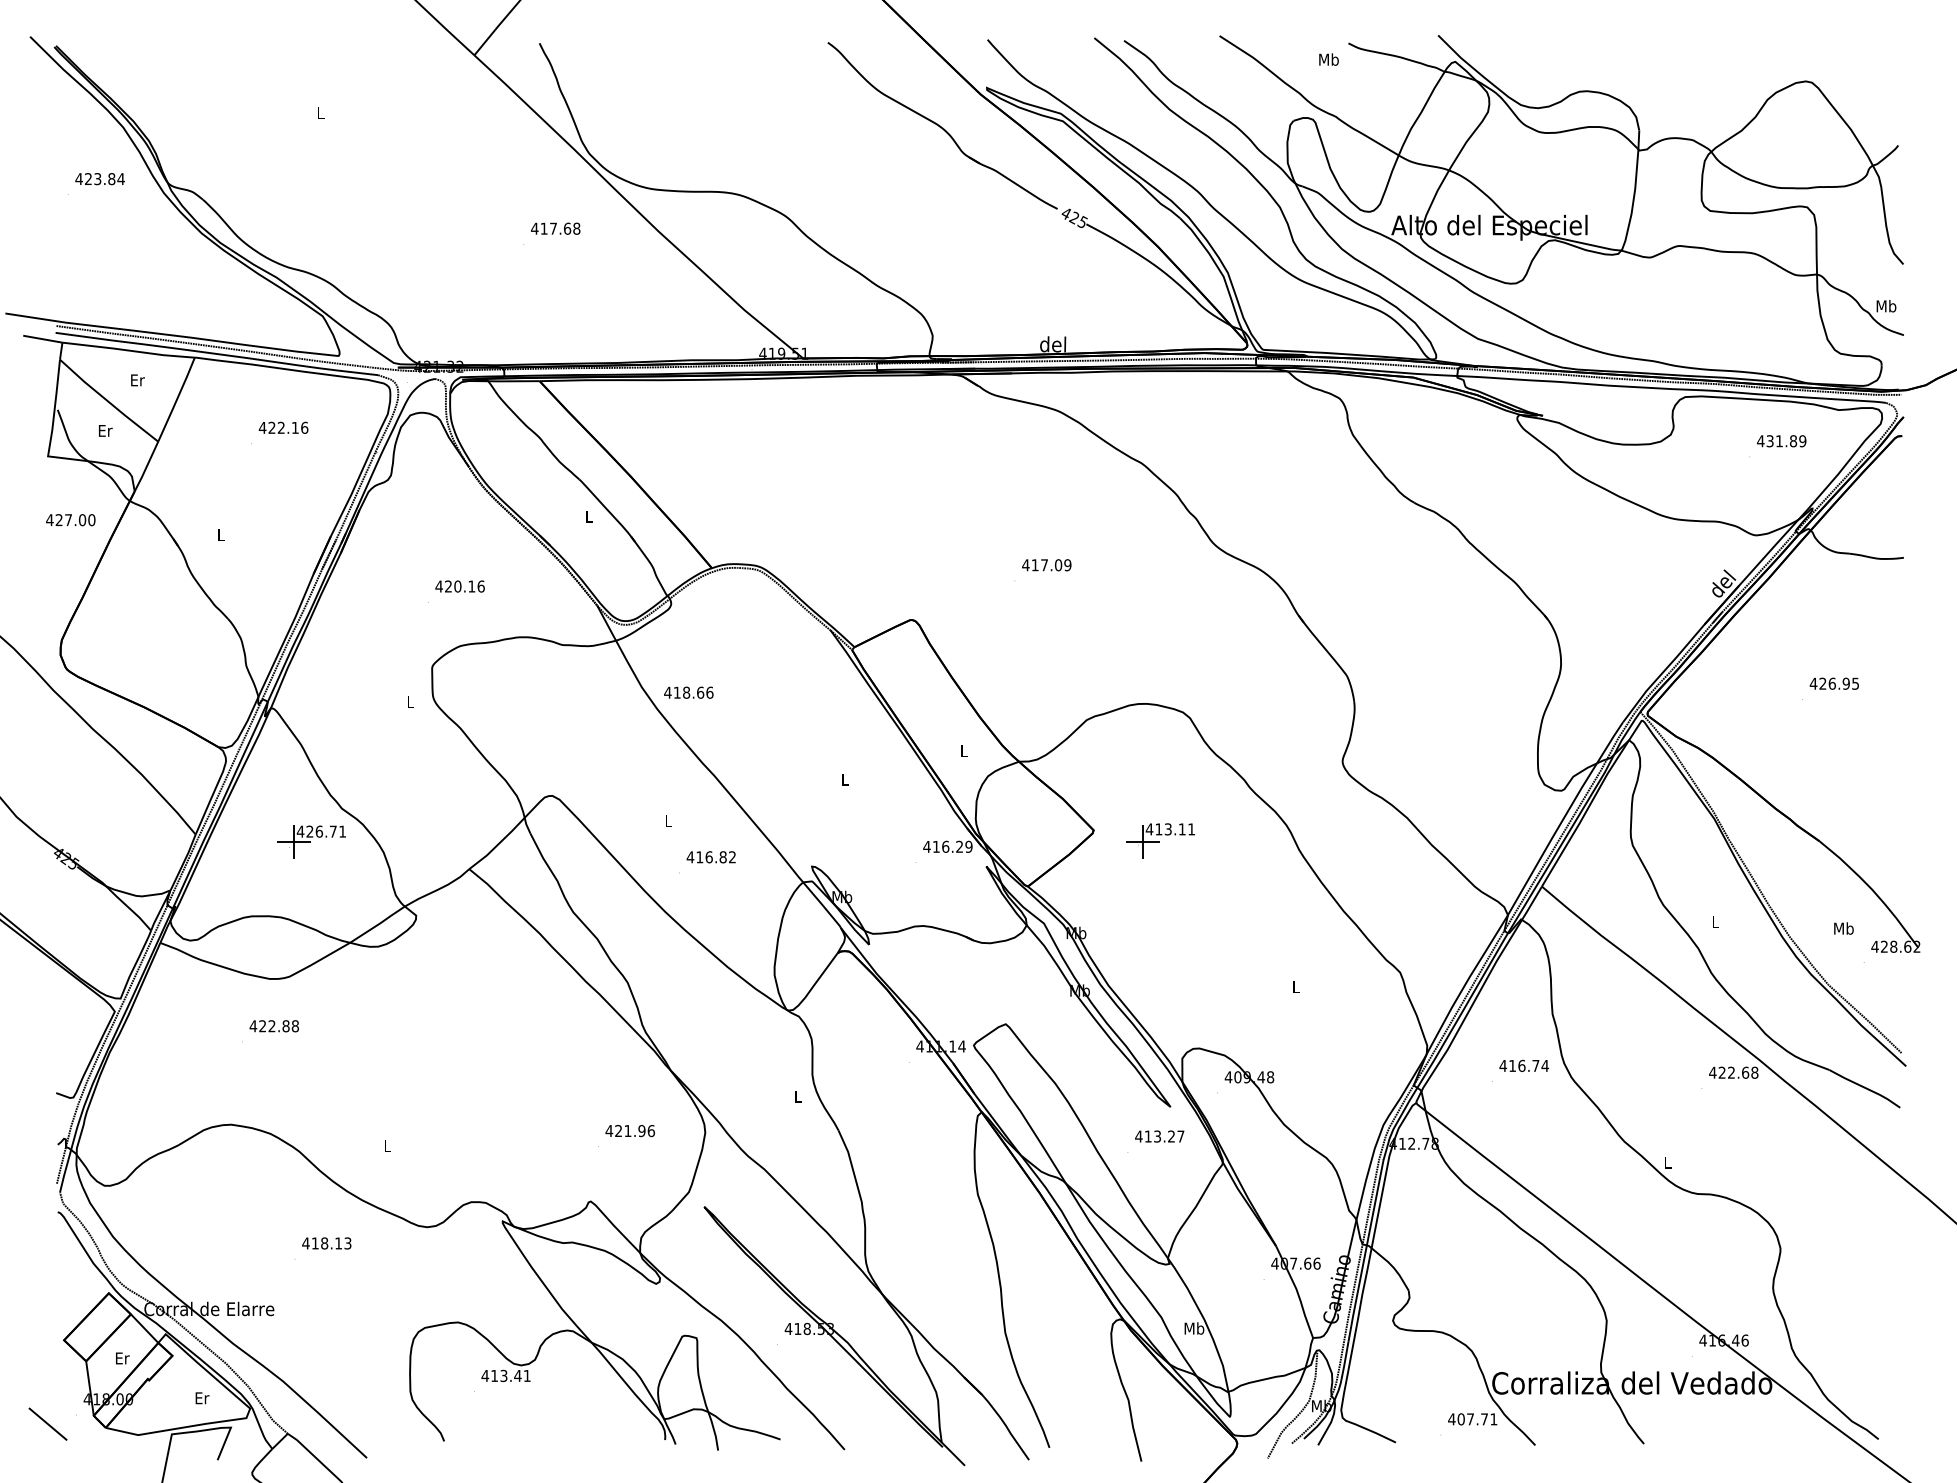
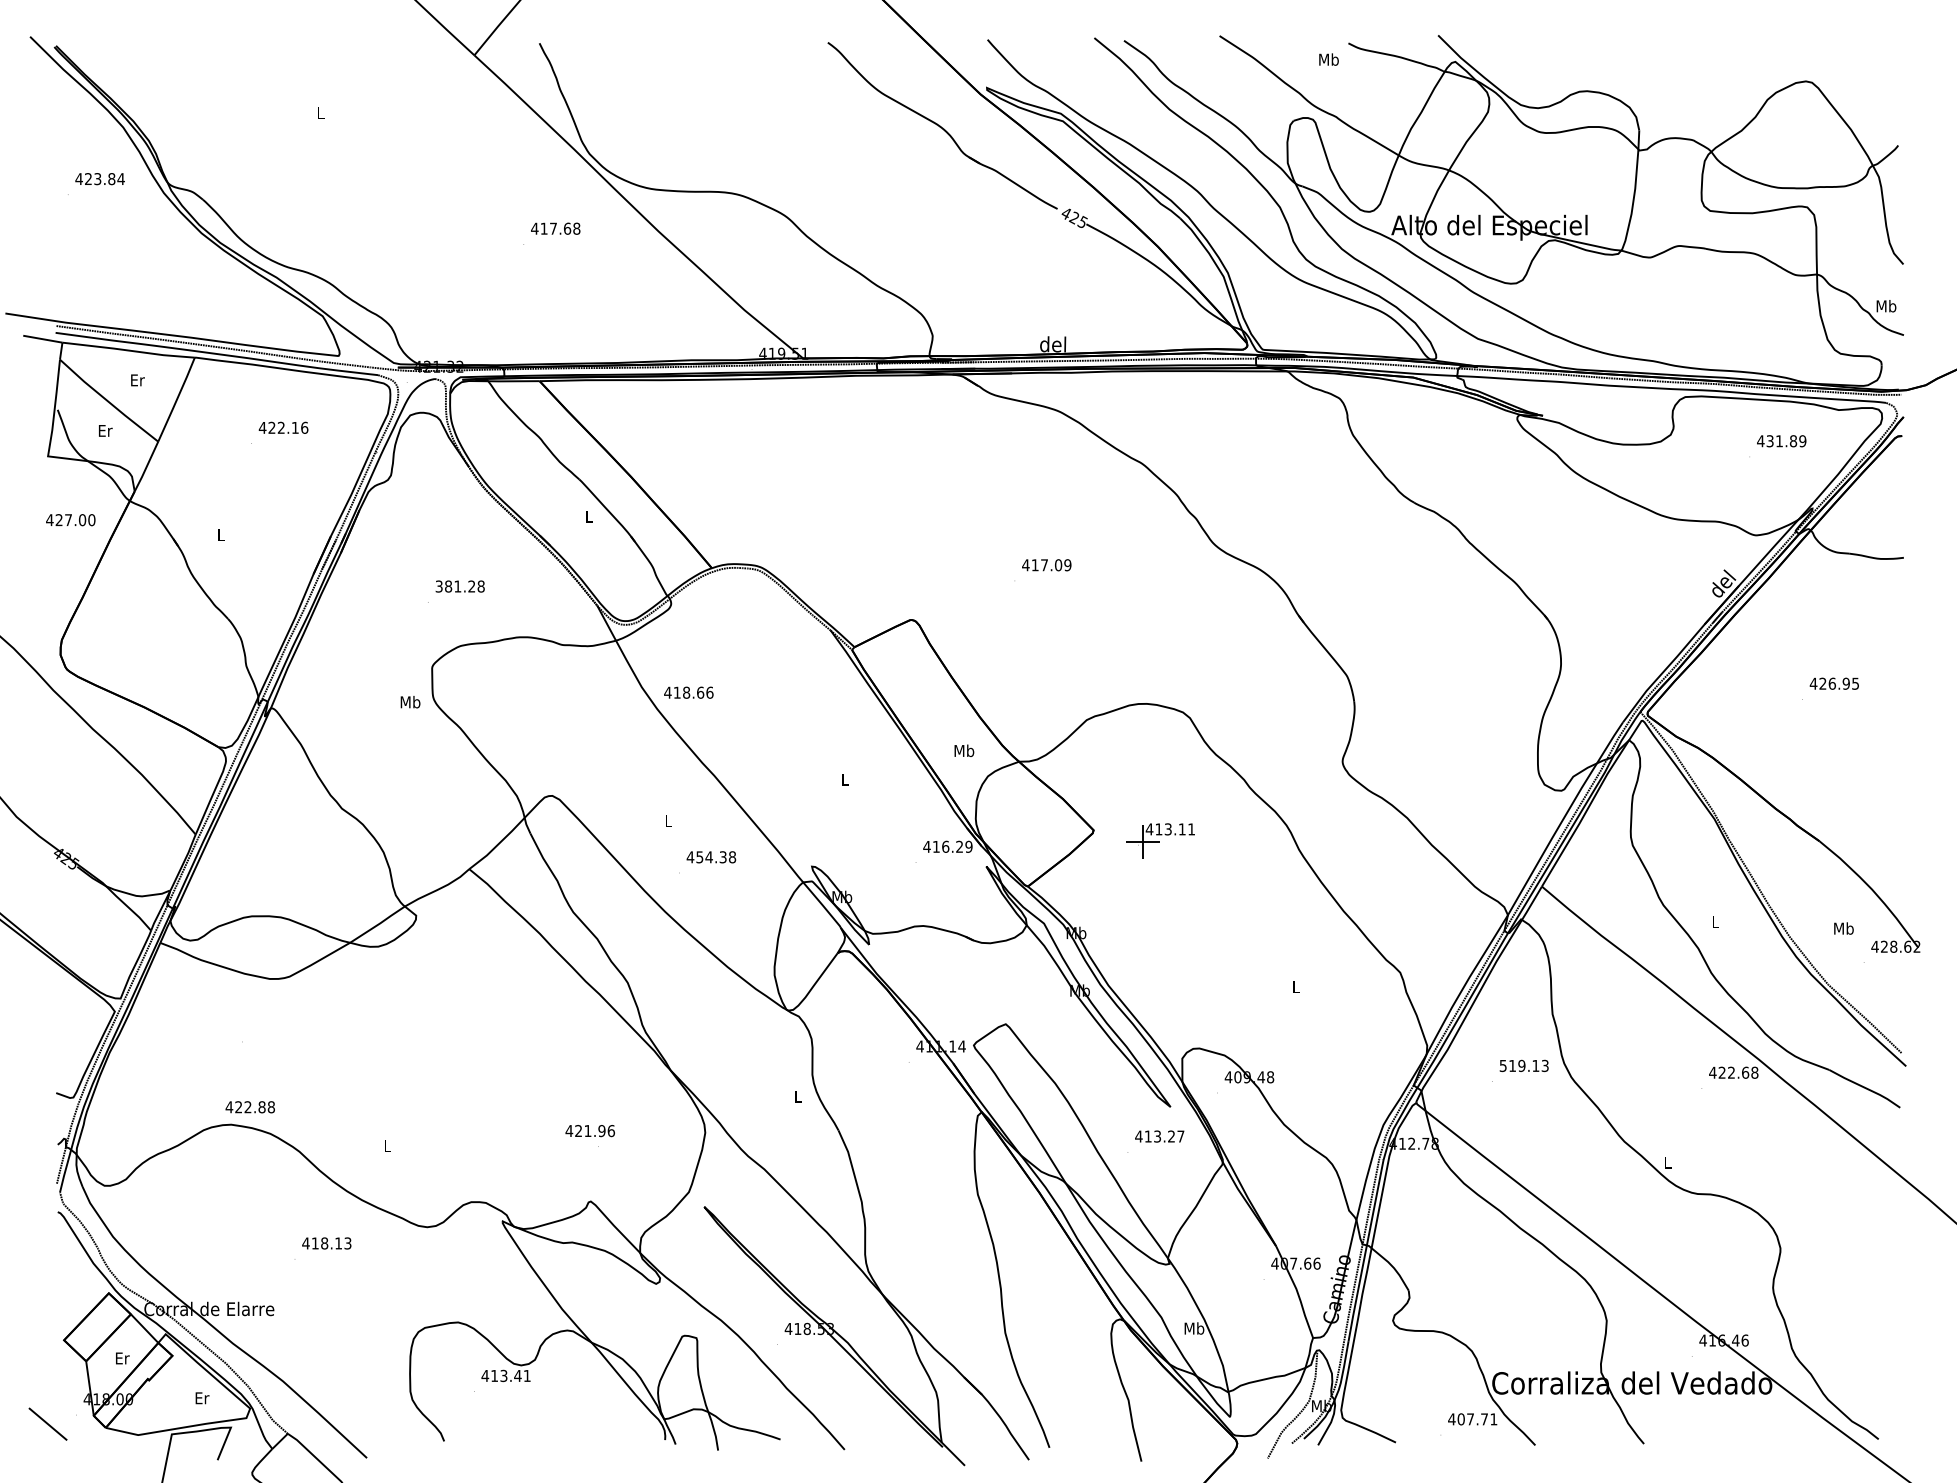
text at (459, 586): 420.16 -> 381.28
text at (410, 702): L -> Mb
text at (964, 750): L -> Mb
part at (311, 841): present -> none
text at (716, 857): 416.82 -> 454.38
text at (273, 1026) position: (273, 1026) -> (249, 1107)
text at (1524, 1065): 416.74 -> 519.13
text at (629, 1131) position: (629, 1131) -> (589, 1131)
